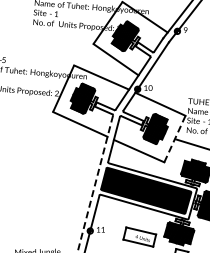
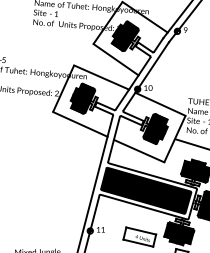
line at (174, 139): dashed -> solid
line at (95, 184): dashed -> solid
